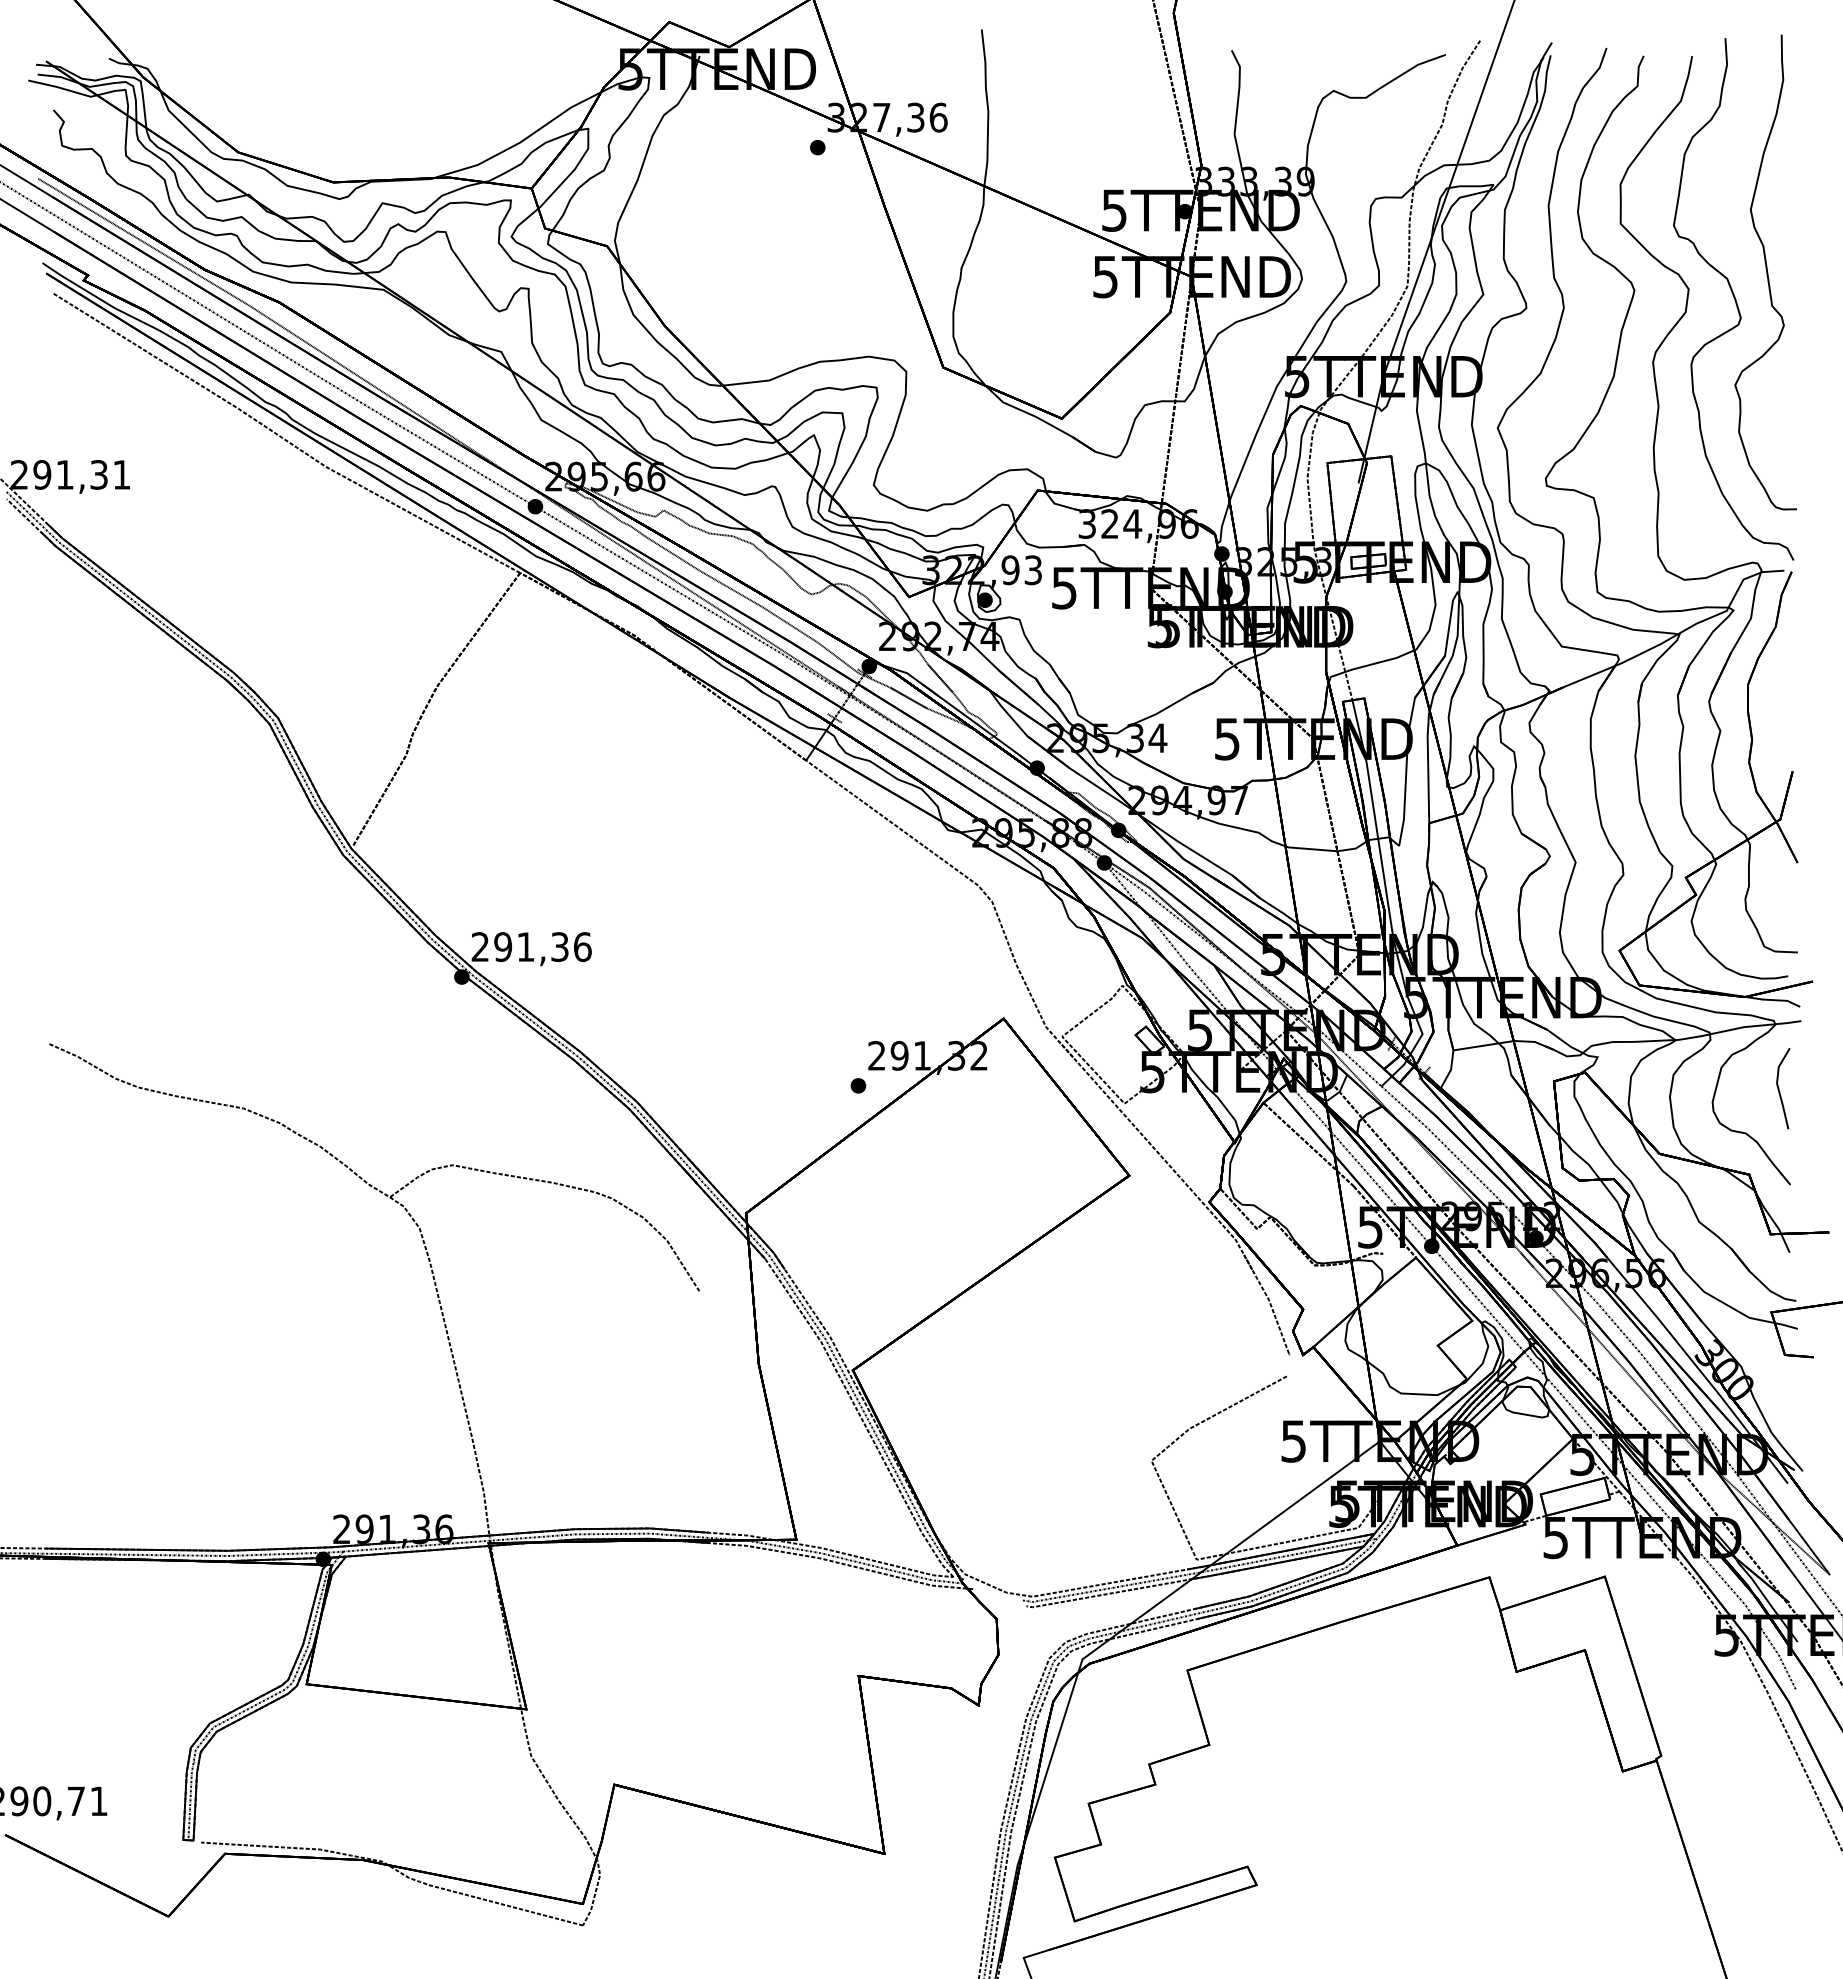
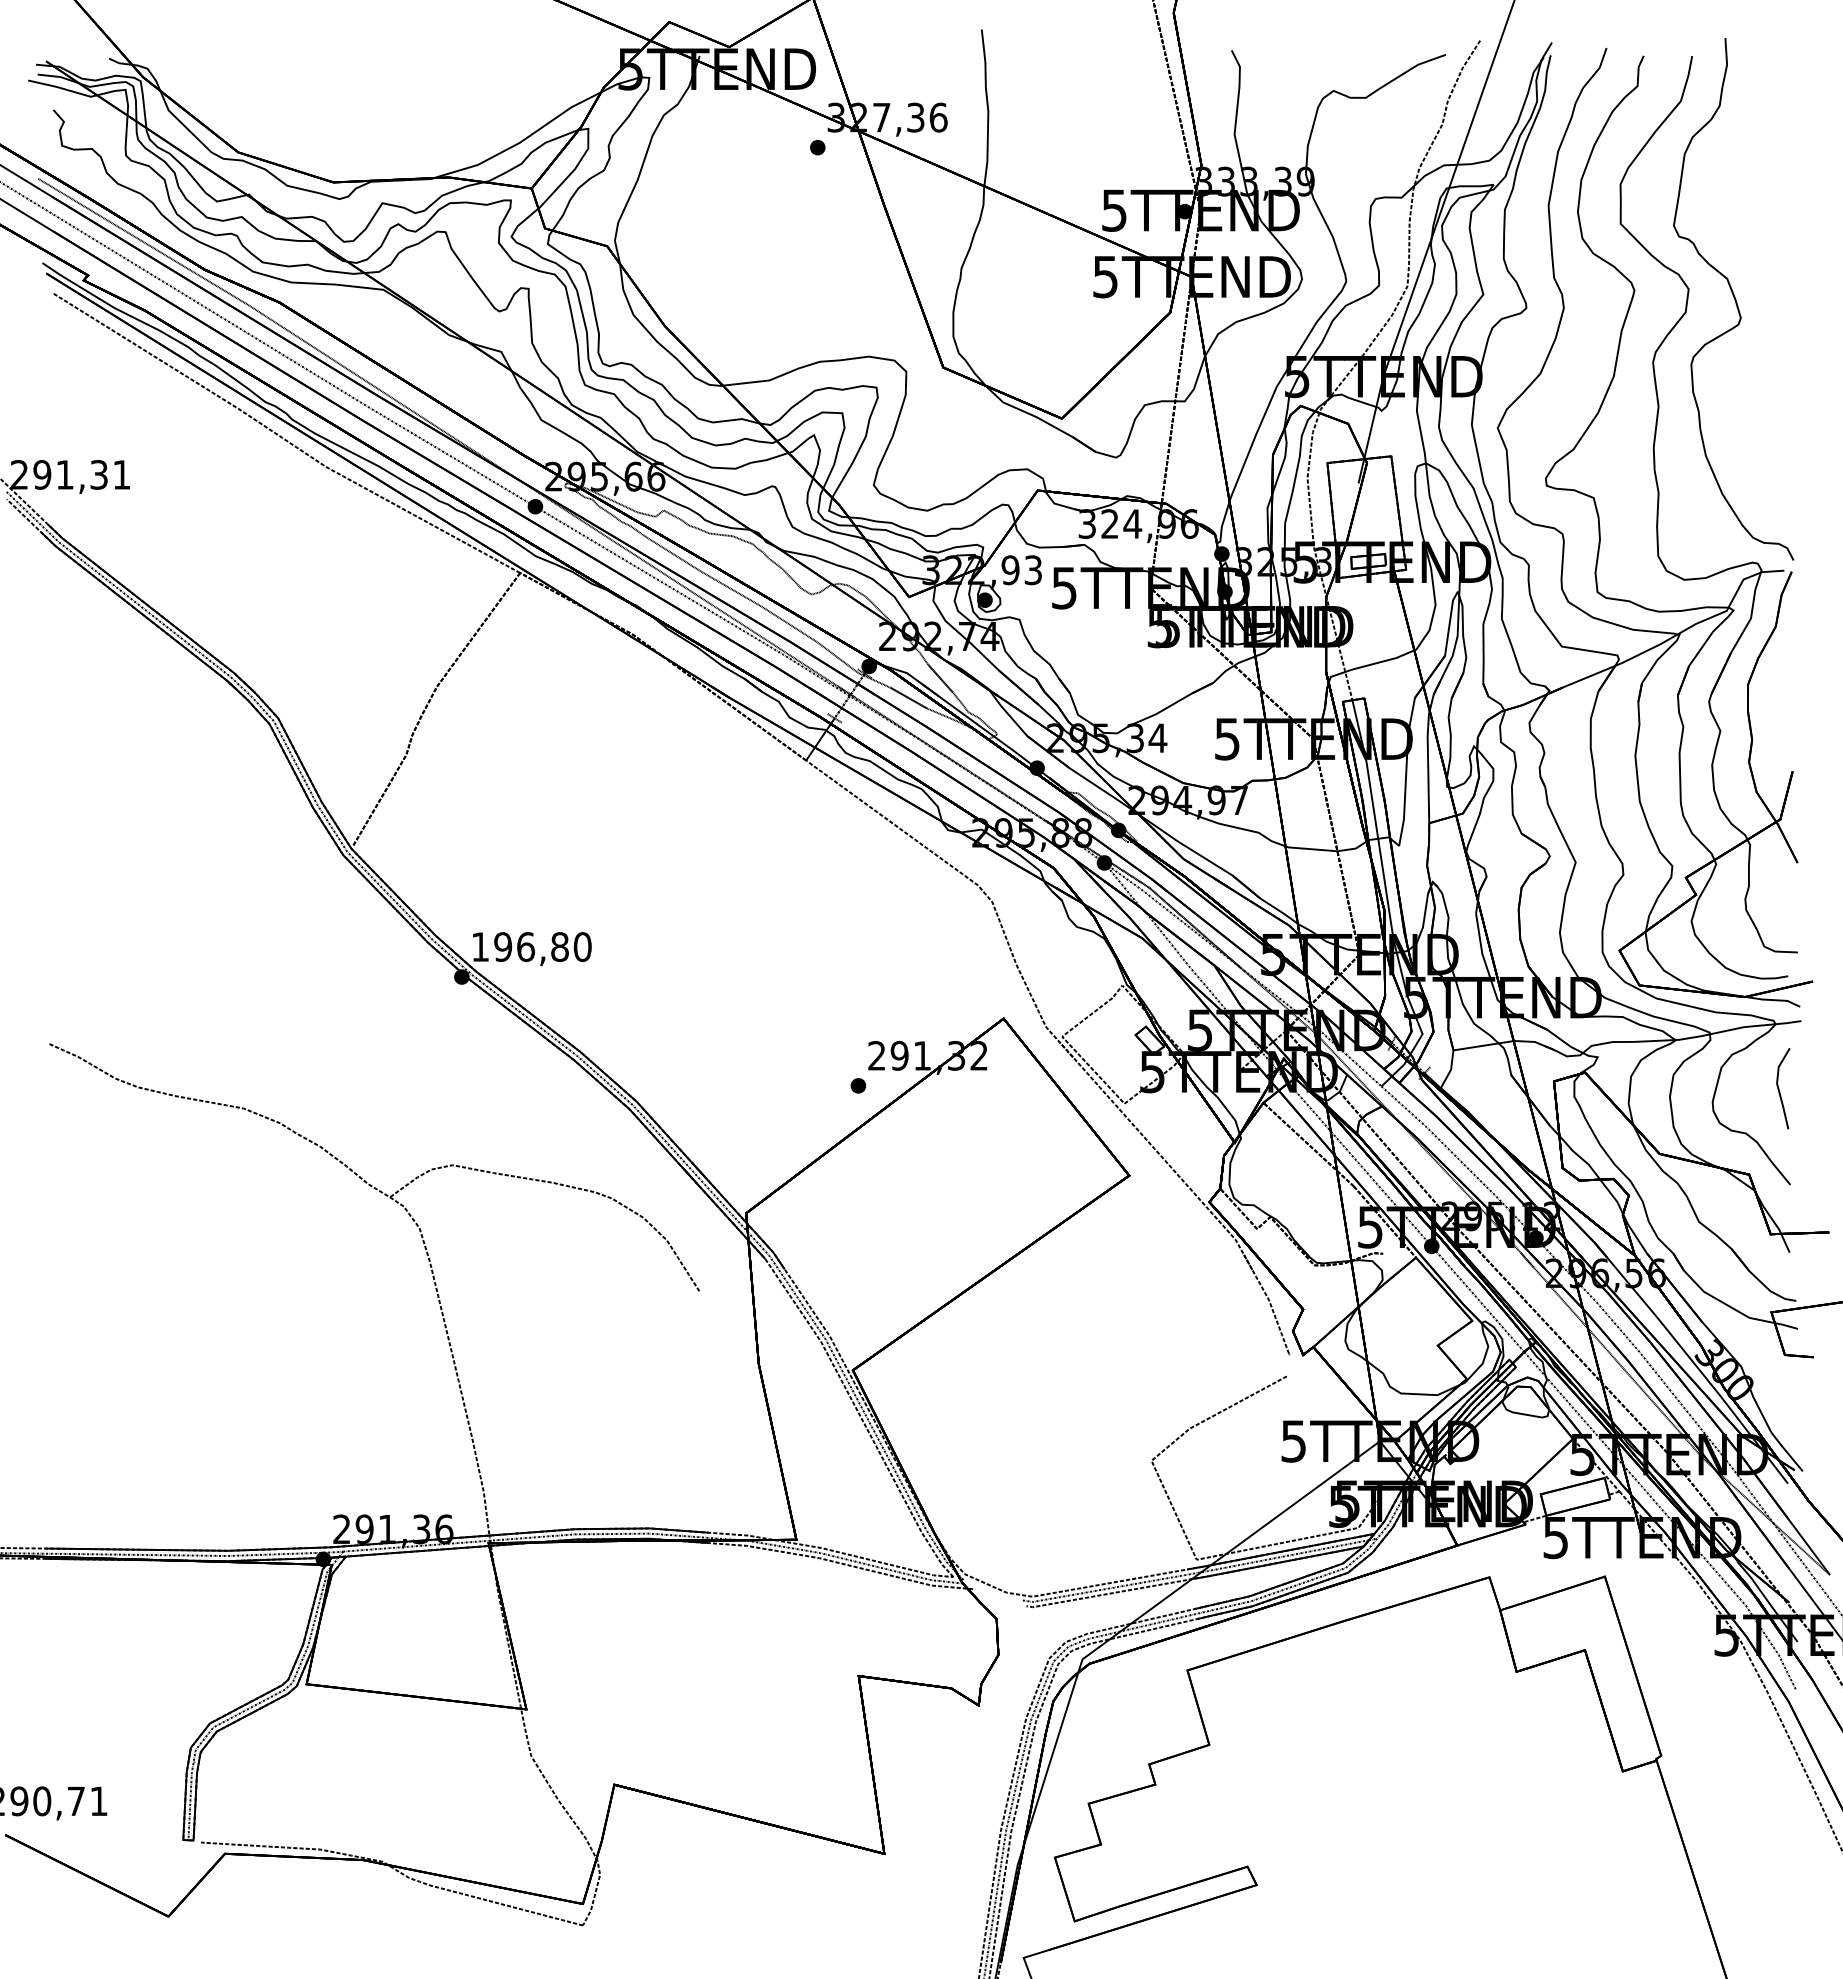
curve at (1766, 272): present -> none
text at (531, 947): 291,36 -> 196,80
